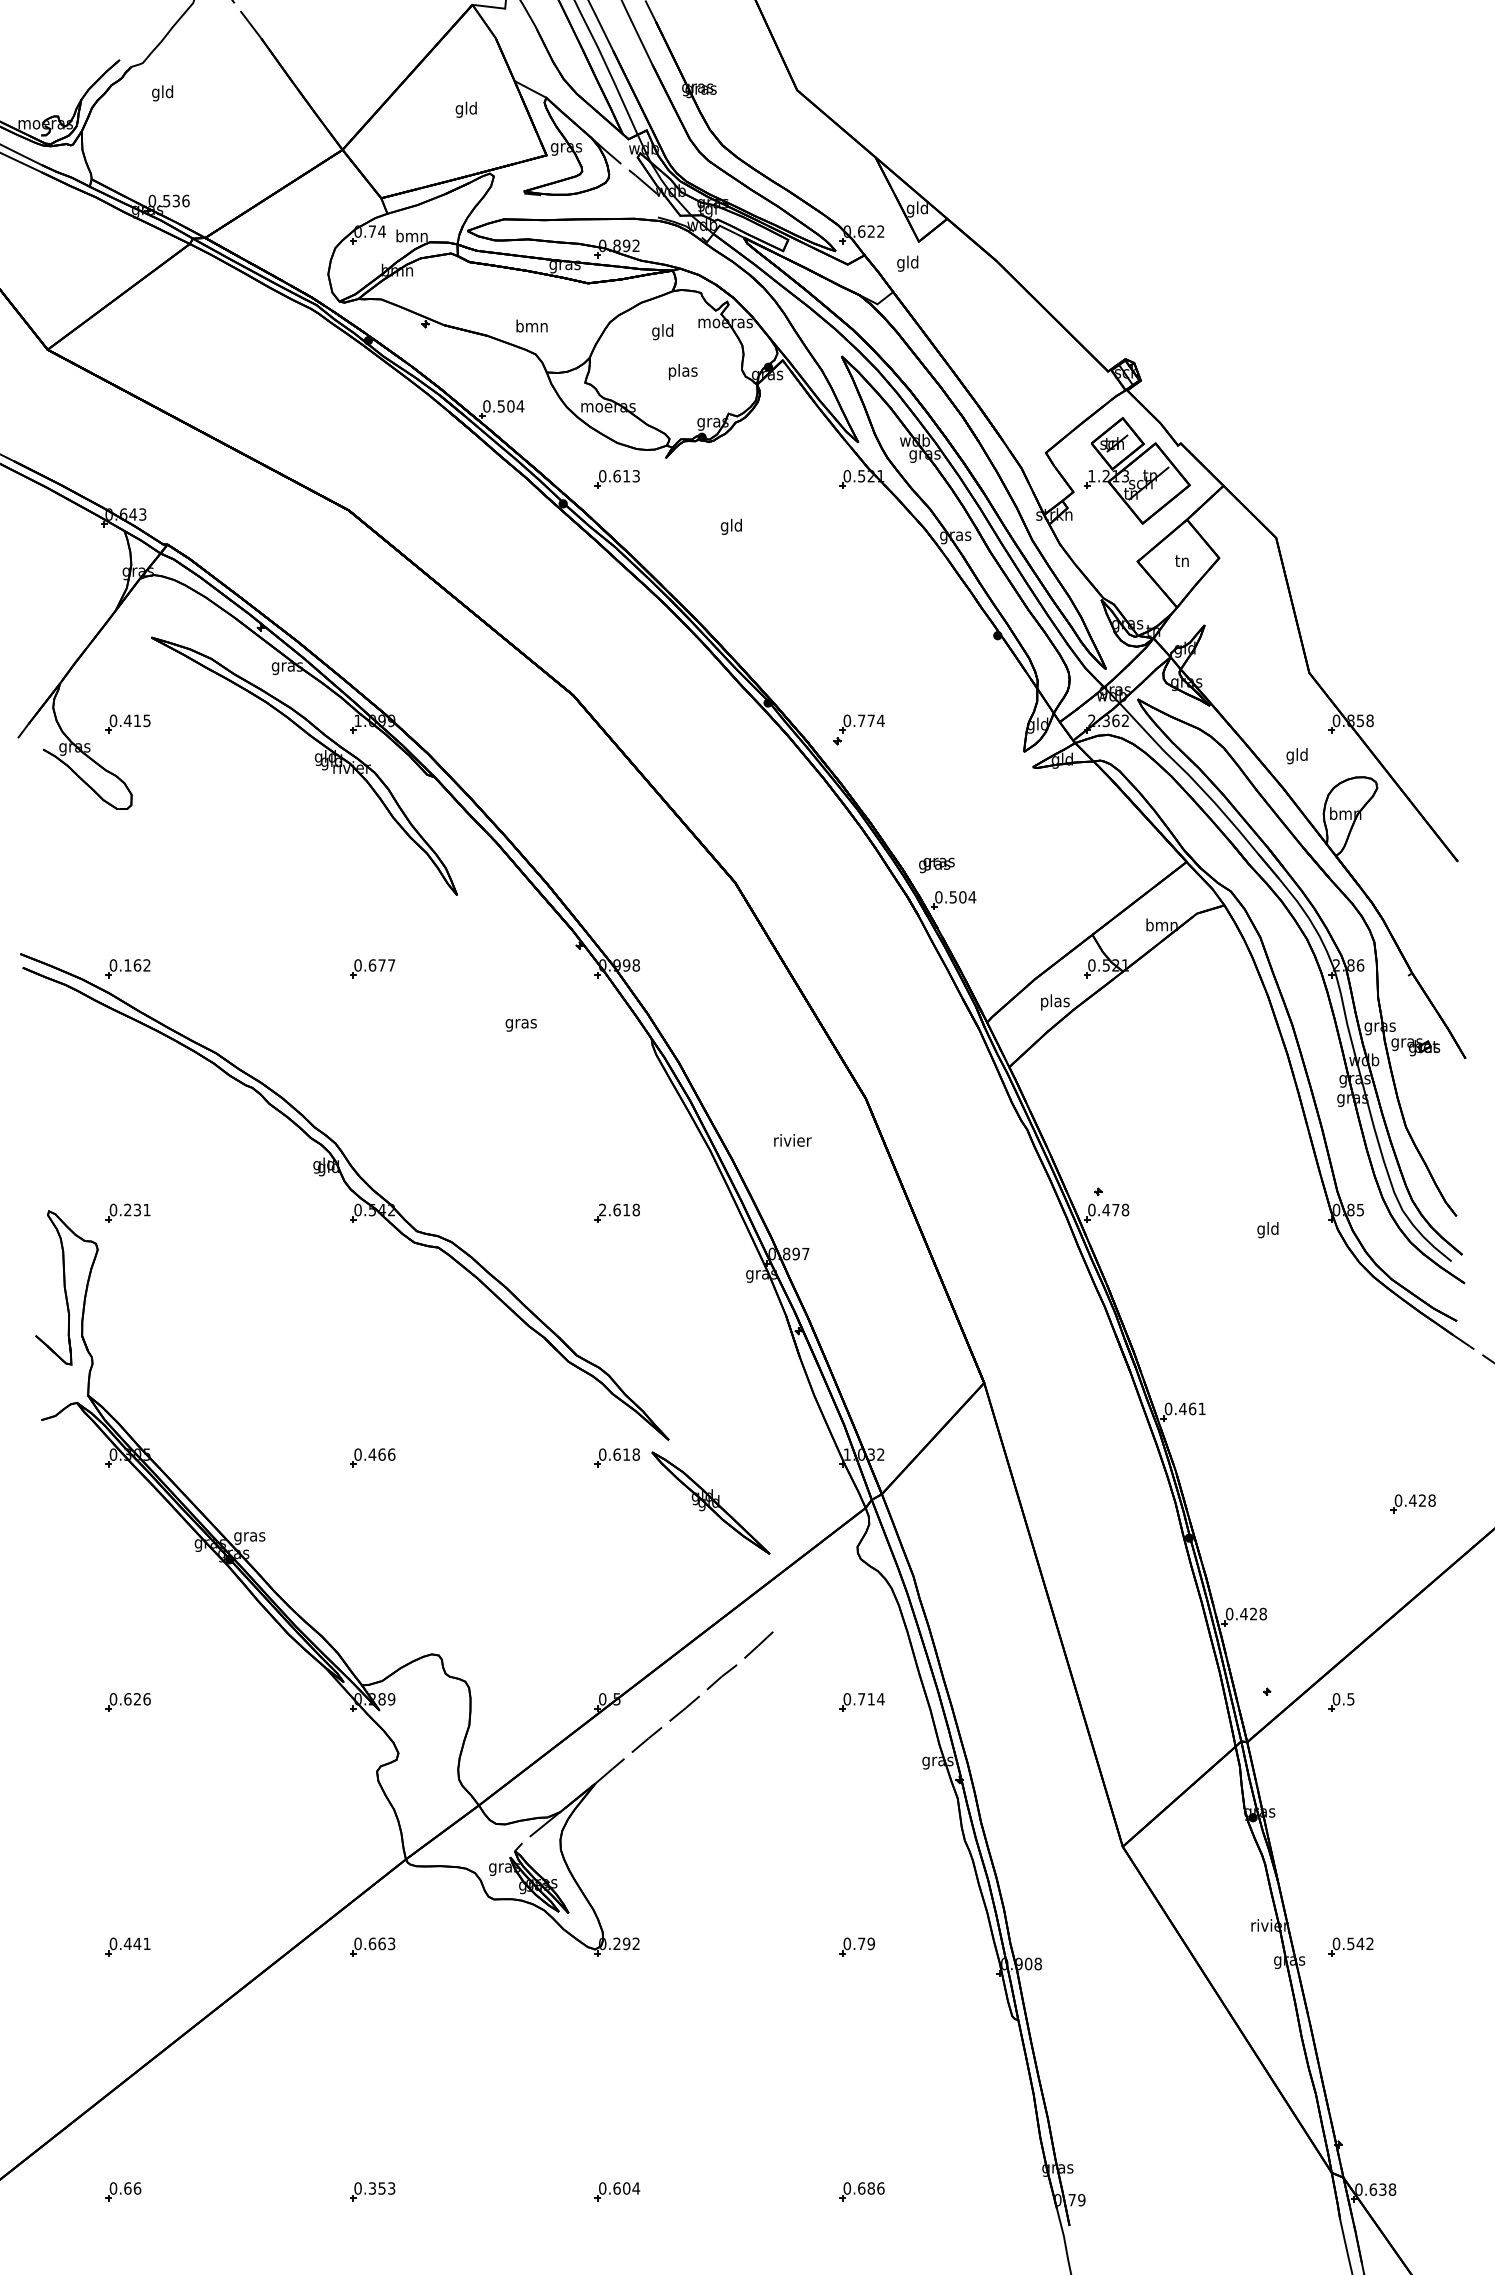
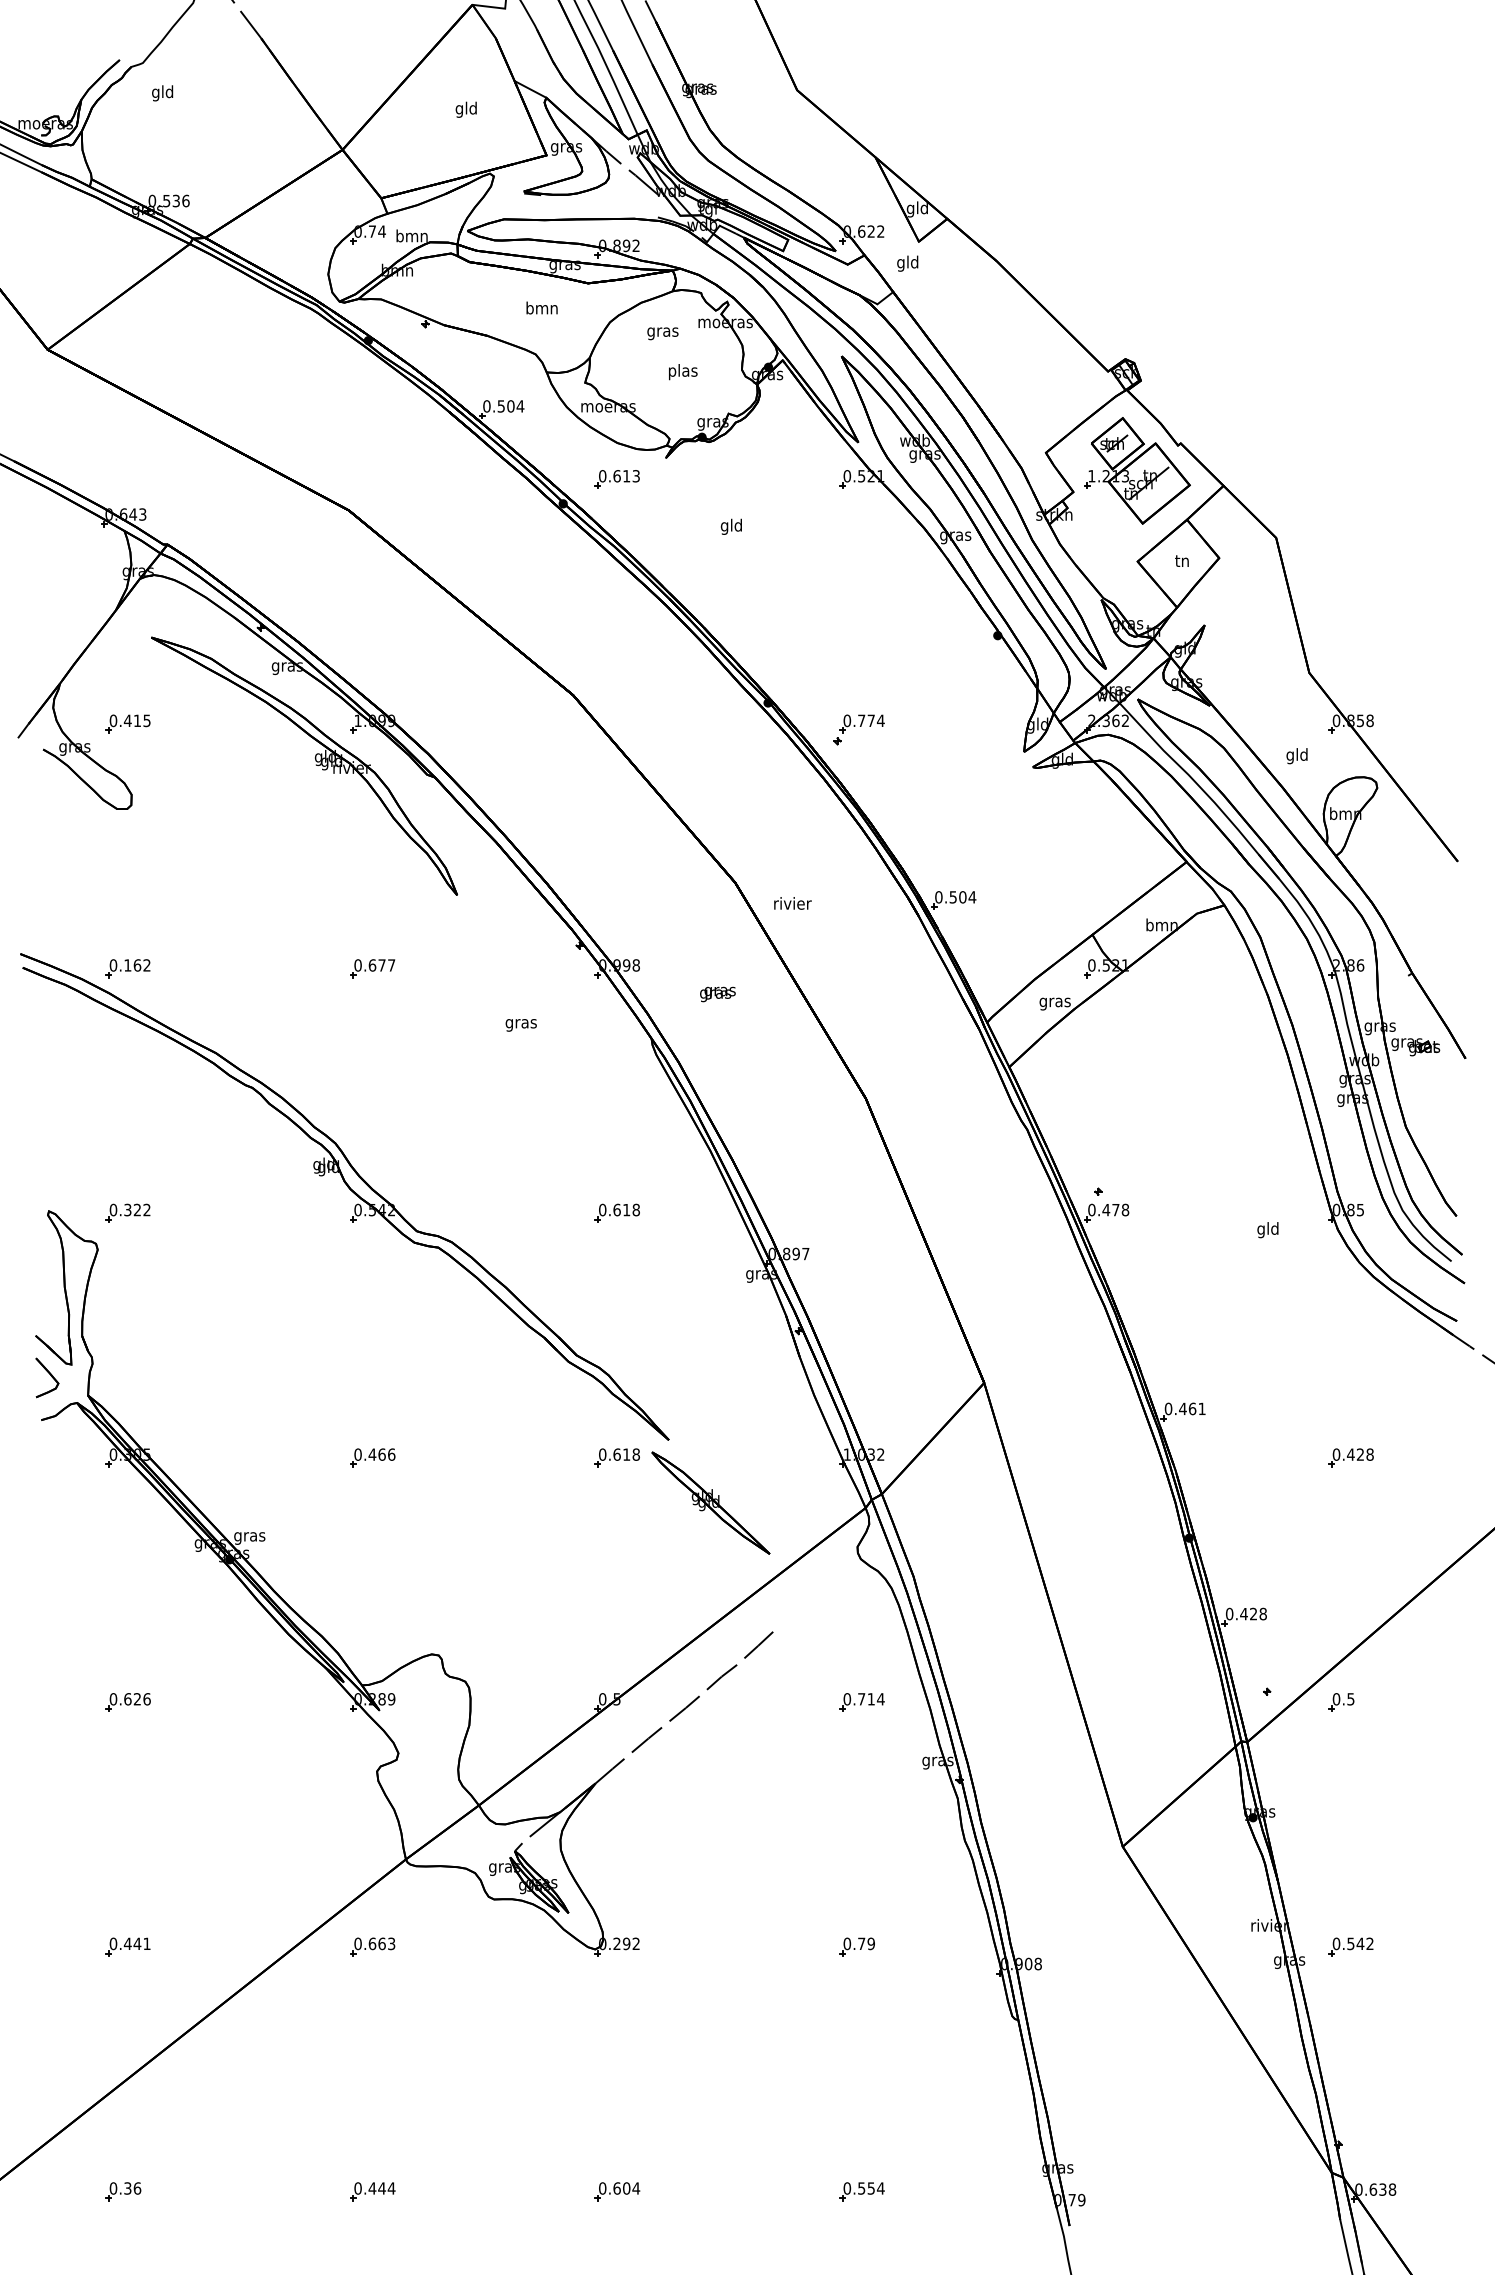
text at (531, 325) position: (531, 325) -> (541, 307)
text at (662, 332): gld -> gras
text at (936, 865) position: (936, 865) -> (717, 994)
text at (1054, 1002): plas -> gras
text at (792, 1140) position: (792, 1140) -> (792, 903)
text at (137, 1209): 0.231 -> 0.322
text at (602, 1209): 2.618 -> 0.618
part at (47, 1377): none -> present
part at (1412, 1503) position: (1412, 1503) -> (1350, 1457)
text at (127, 2188): 0.66 -> 0.36
text at (381, 2188): 0.353 -> 0.444
text at (871, 2188): 0.686 -> 0.554
